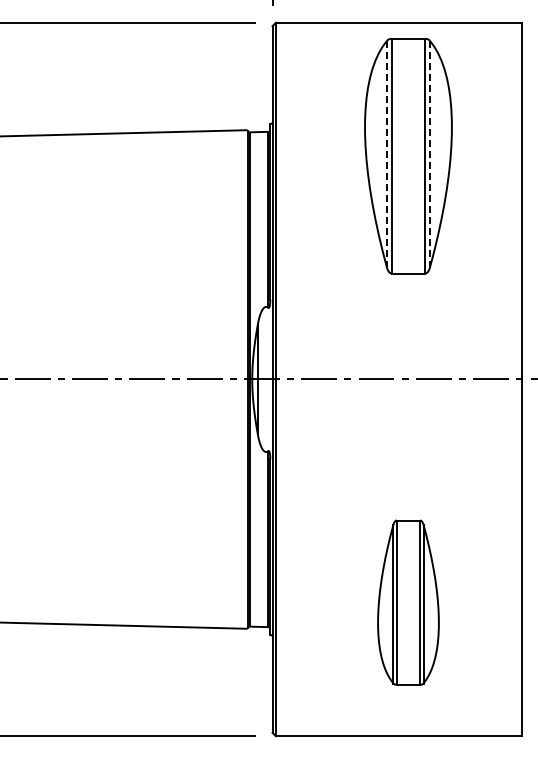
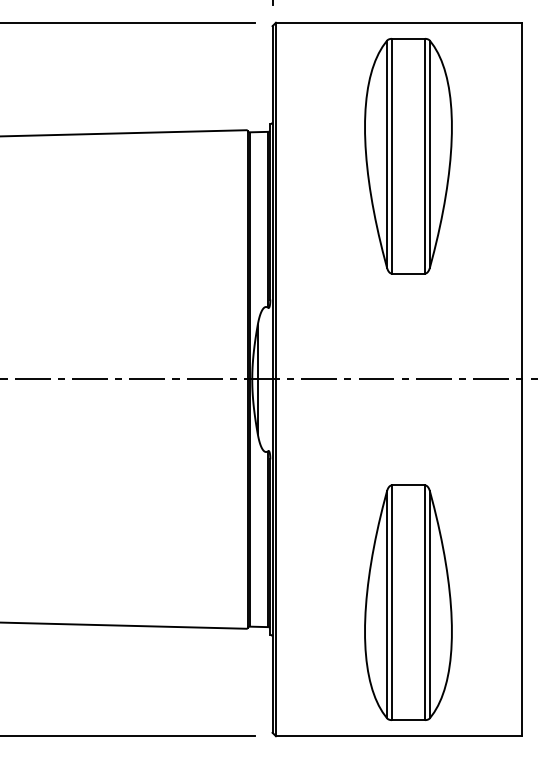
line at (387, 153): dashed -> solid
line at (429, 153): dashed -> solid
part at (408, 602) size: 63x167 px -> 89x237 px
